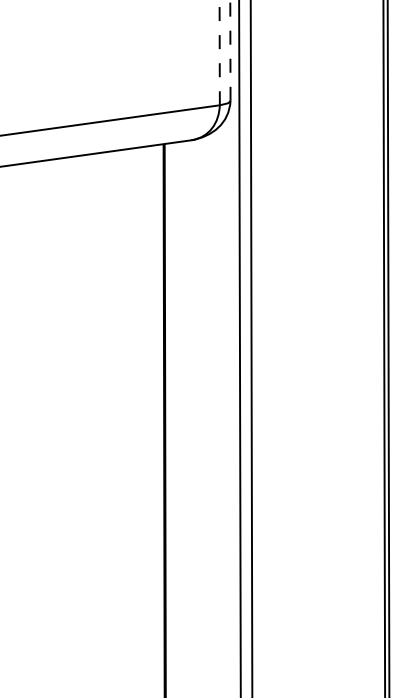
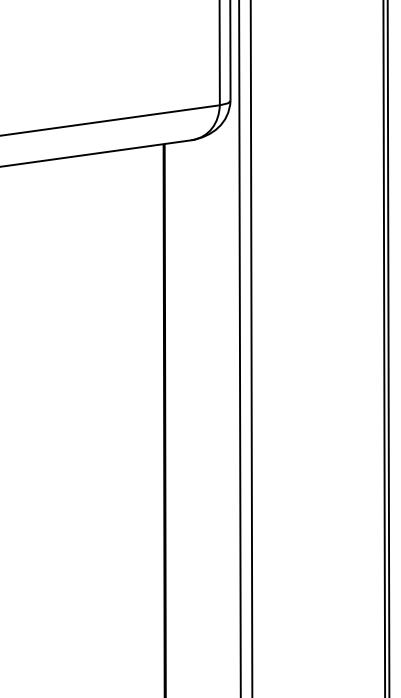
line at (230, 50): dashed -> solid
line at (219, 52): dashed -> solid
